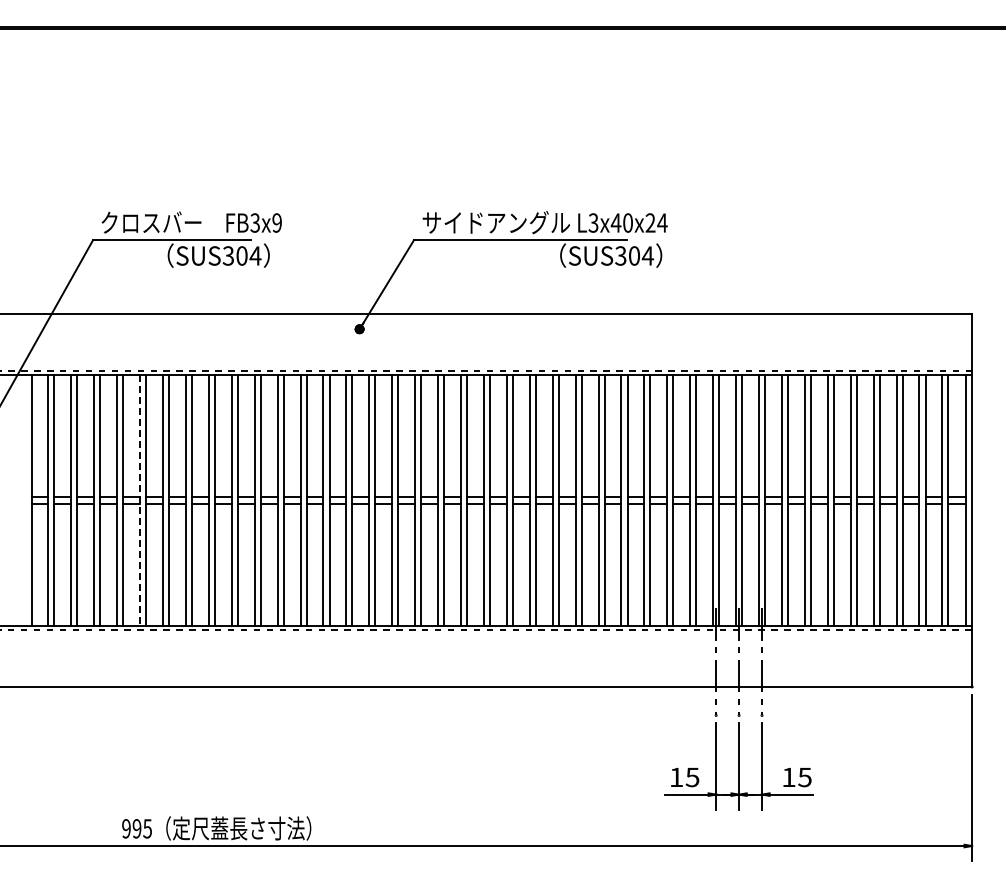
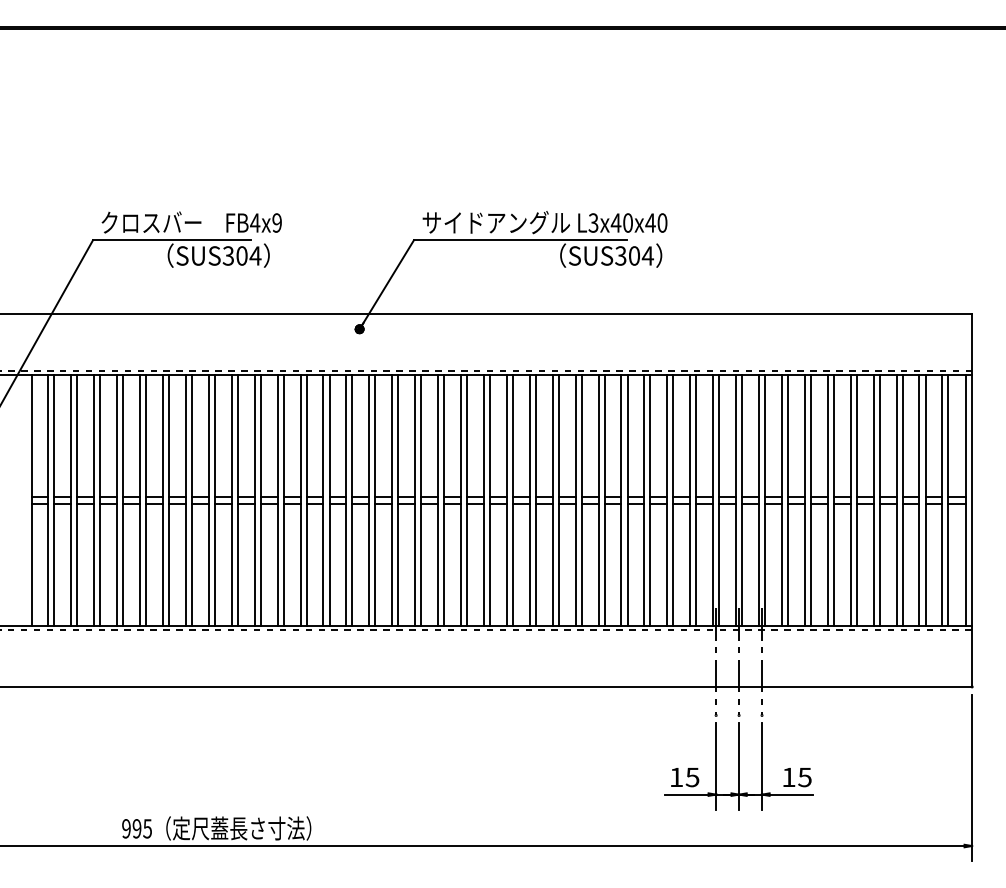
text at (255, 222): FB3x9 -> FB4x9
text at (656, 222): L3x40x24 -> L3x40x40
line at (140, 500): dashed -> solid
